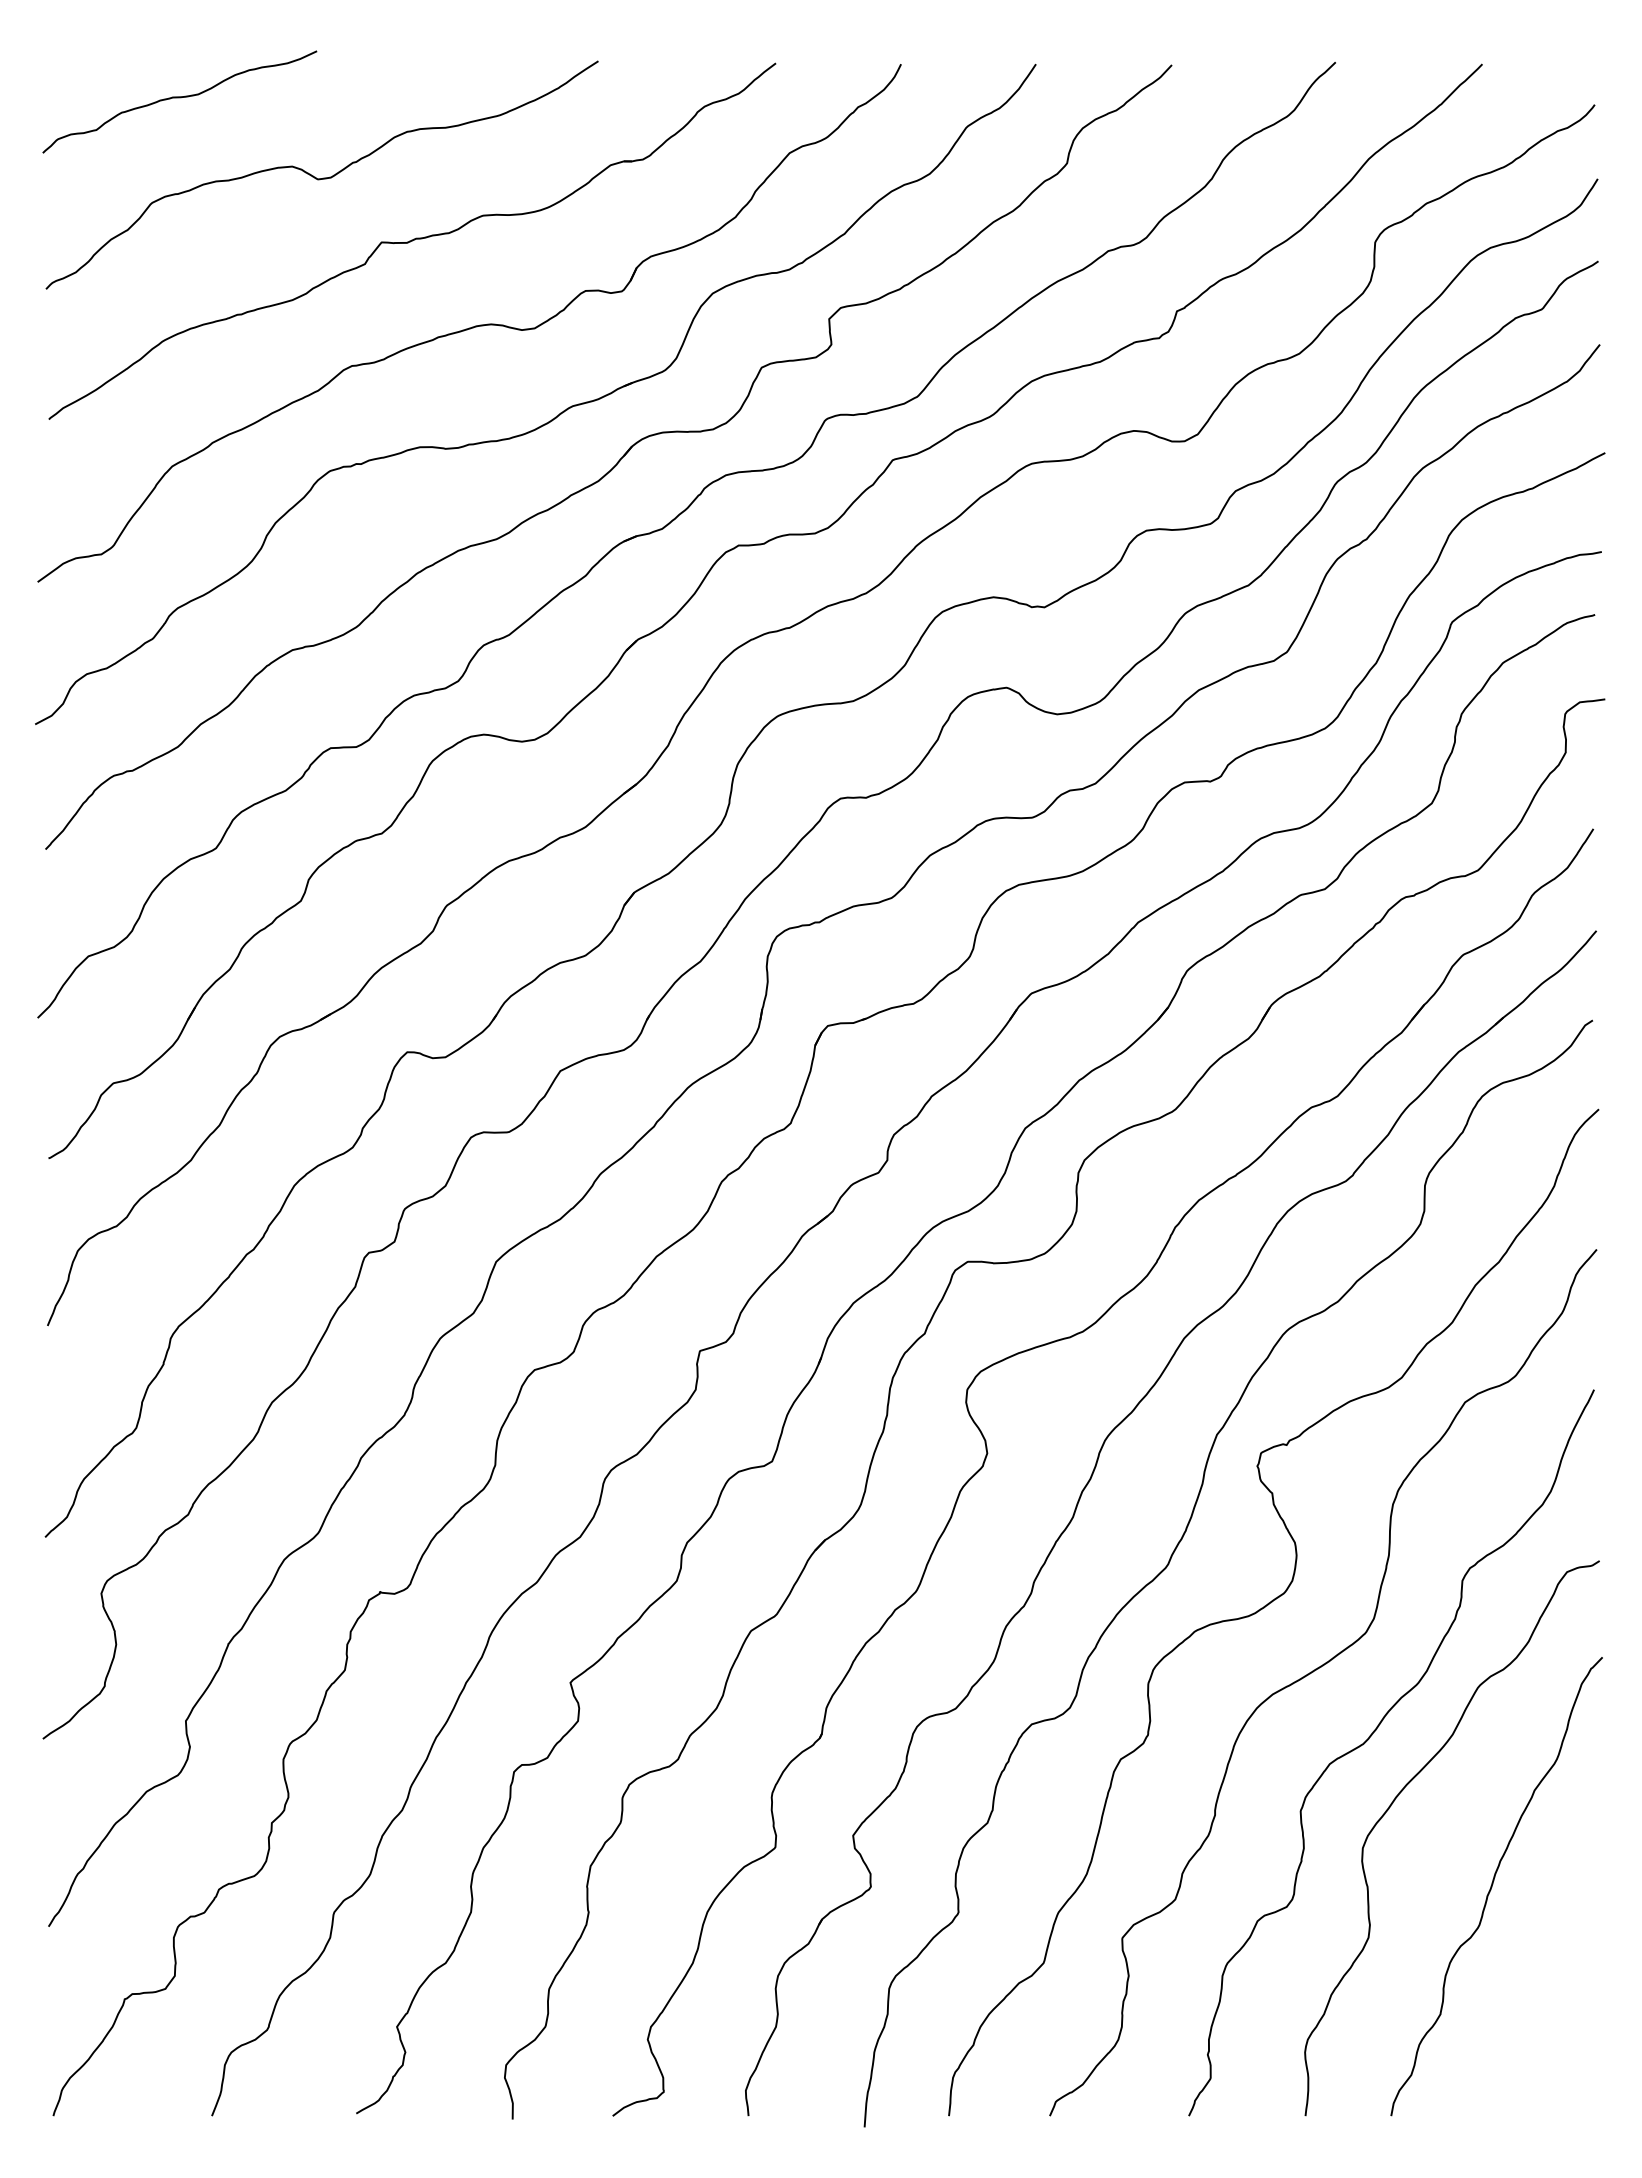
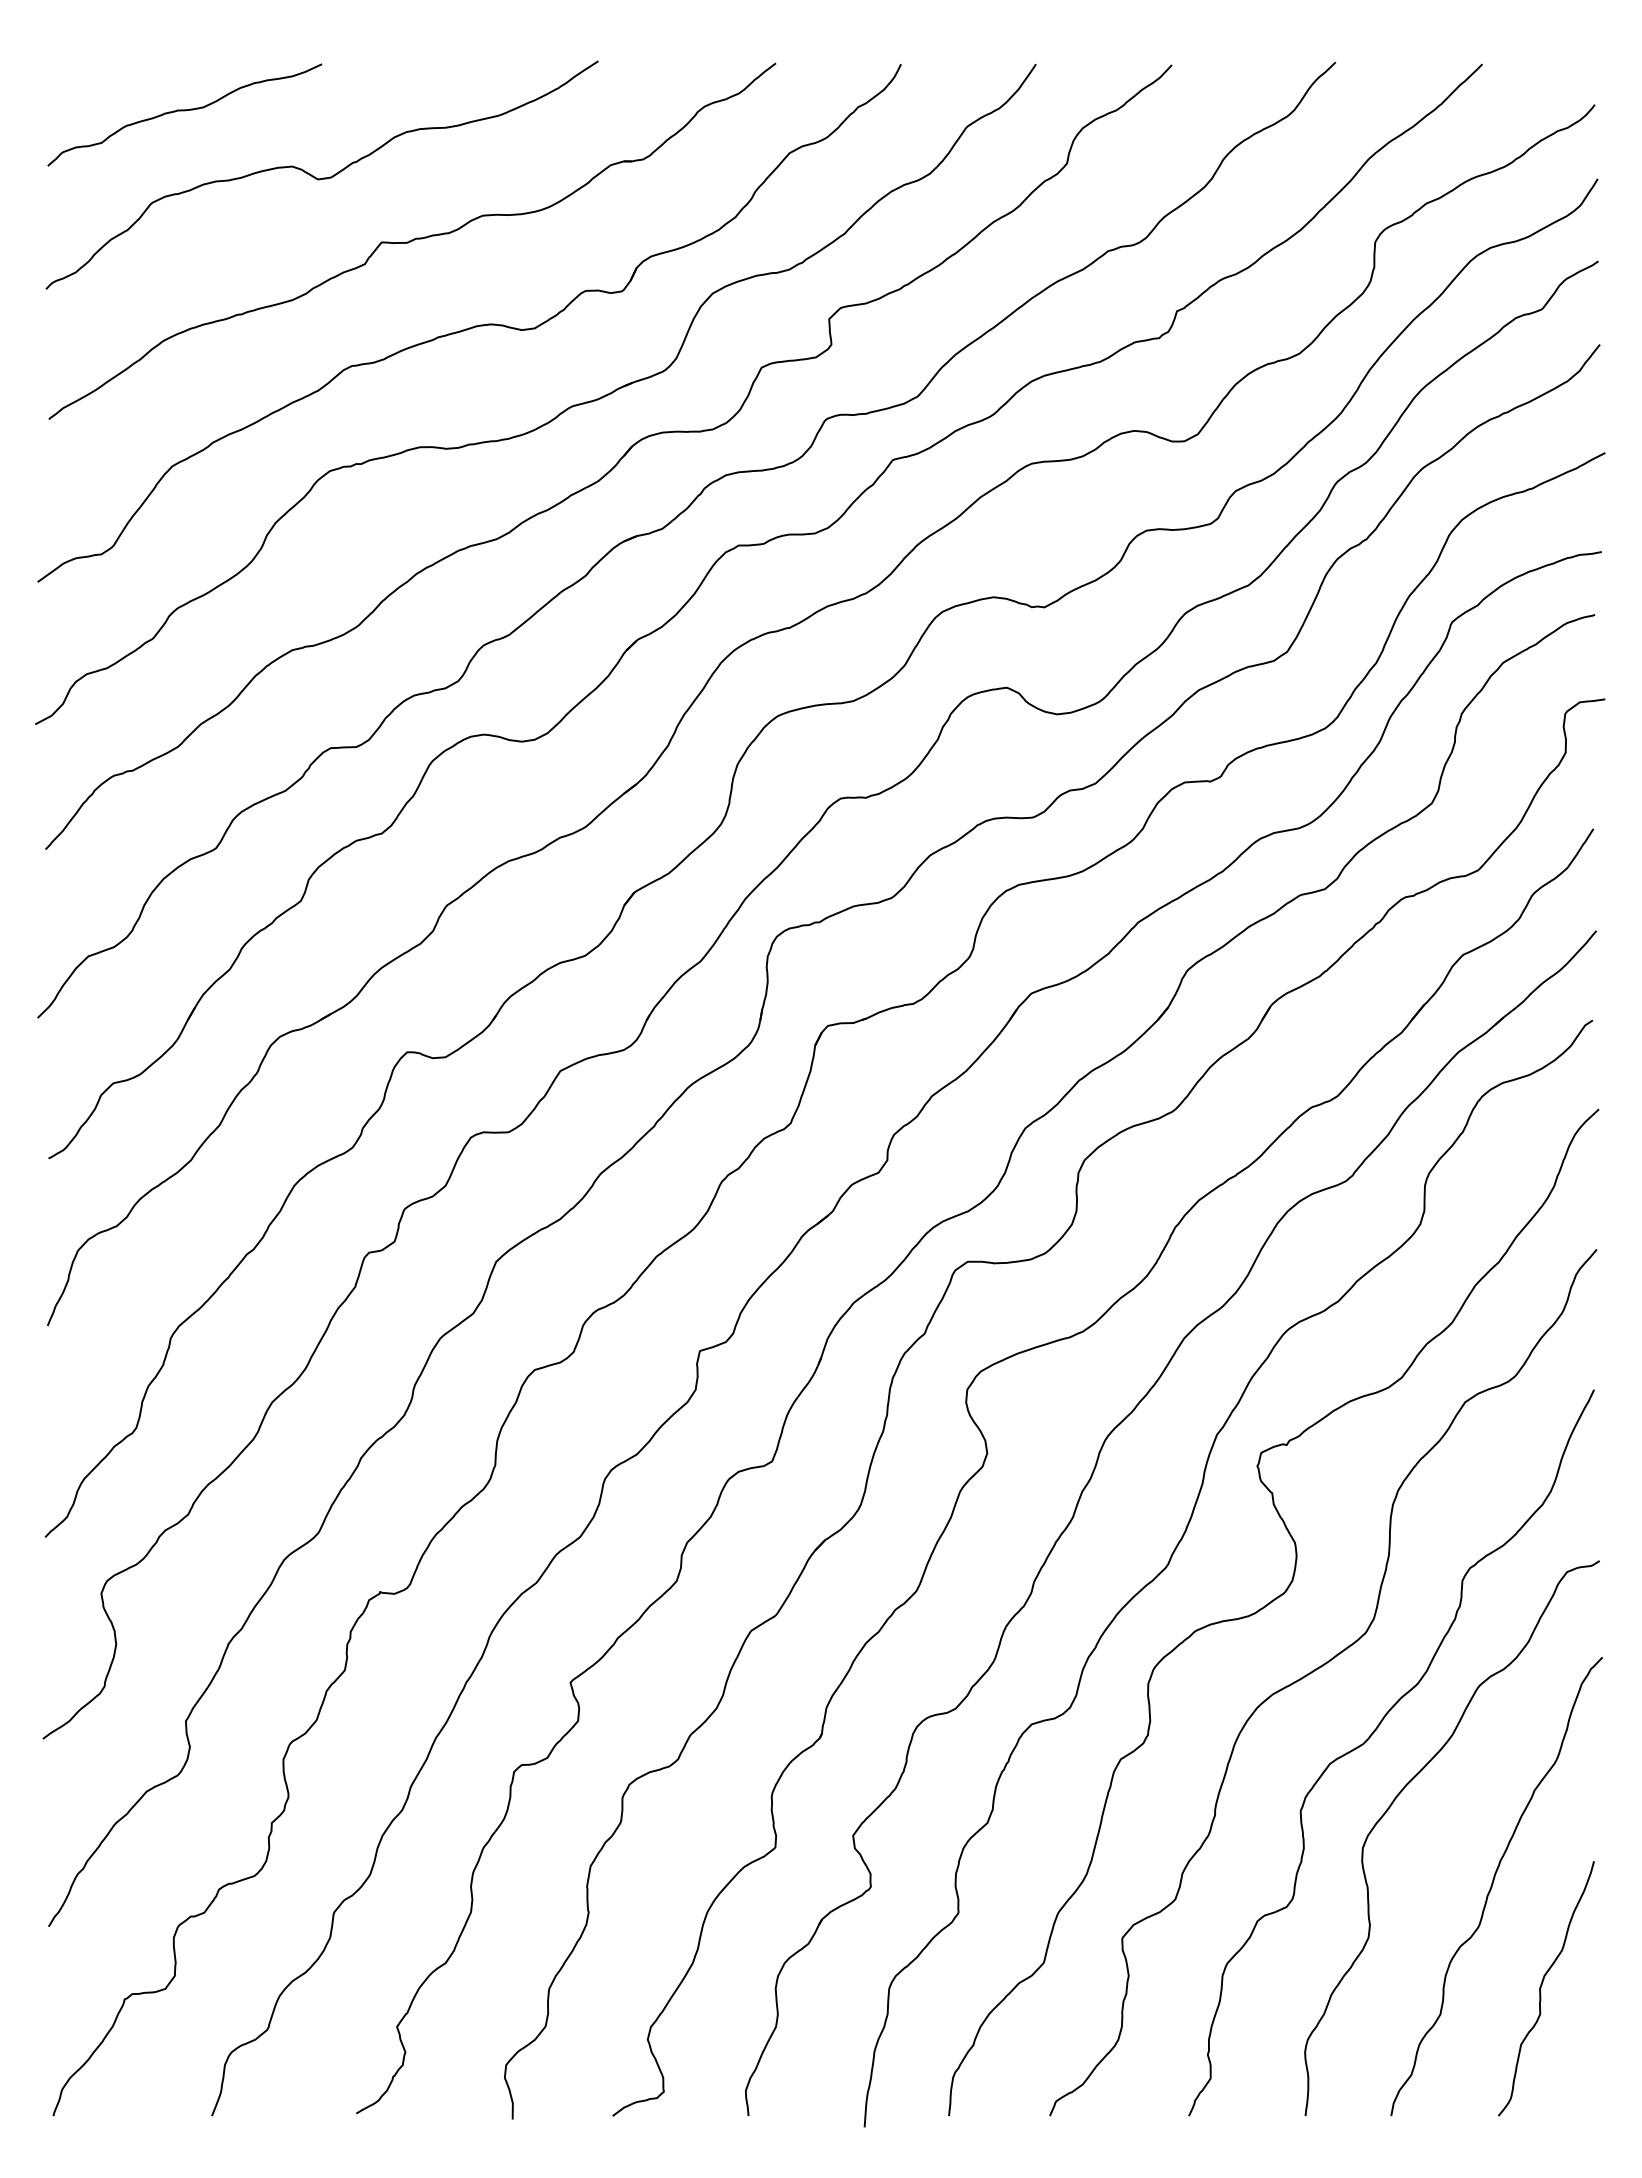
curve at (179, 98) position: (179, 98) -> (184, 111)
curve at (1541, 1988): none -> present
